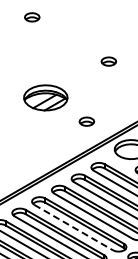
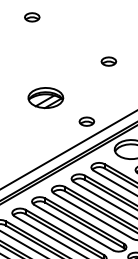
part at (45, 97) size: 46x28 px -> 38x23 px
line at (68, 149): none -> present
line at (74, 227): dashed -> solid
